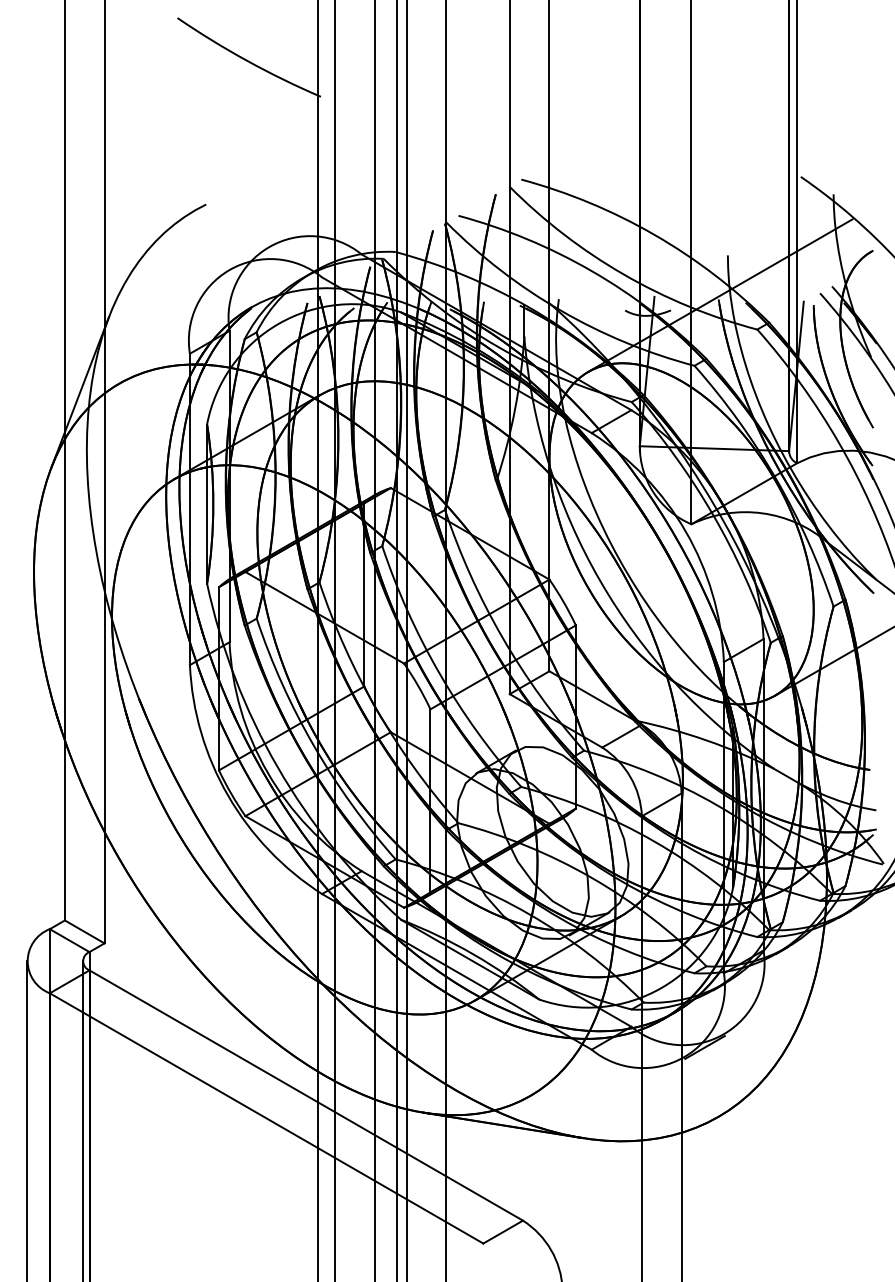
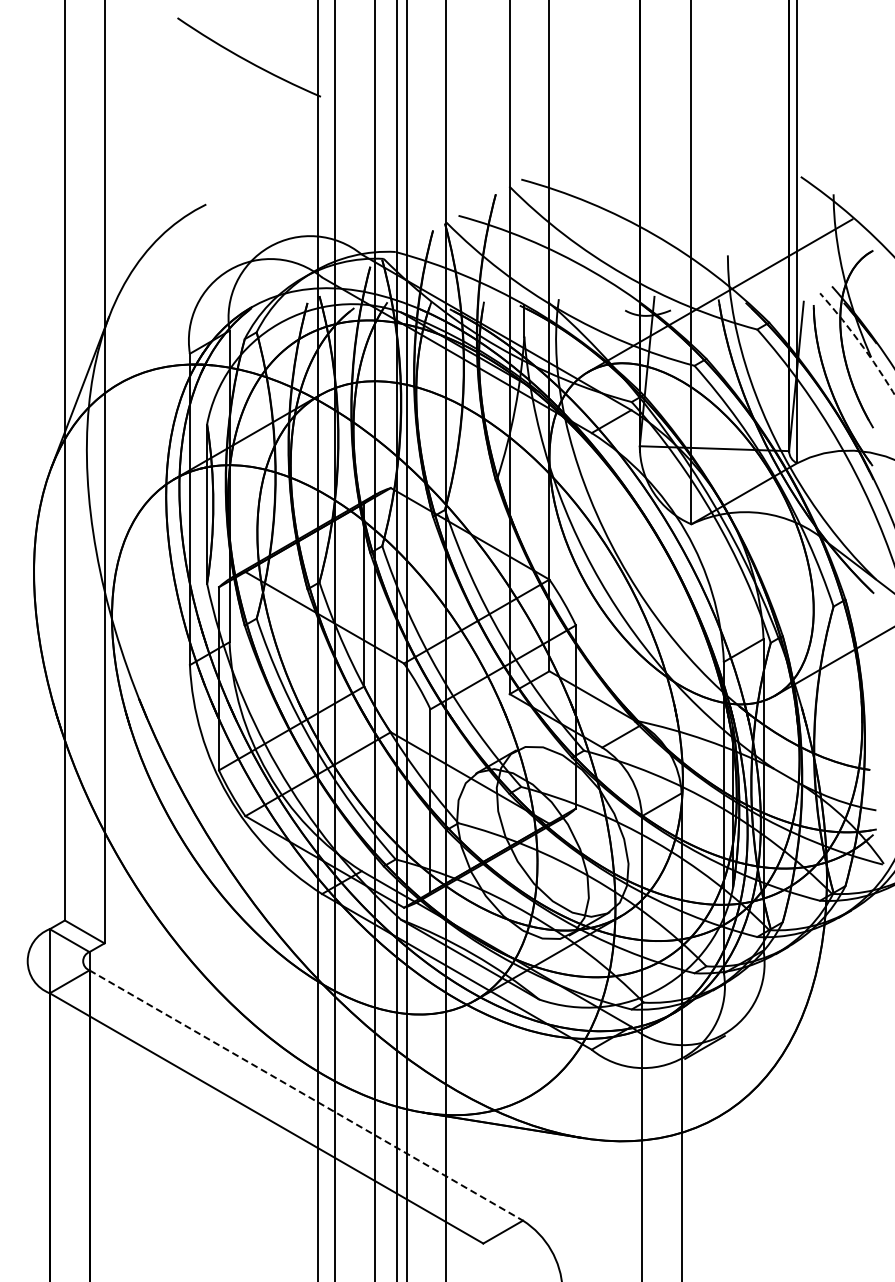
arc at (859, 342): solid -> dashed
line at (306, 1095): solid -> dashed
line at (26, 1119): present -> none
line at (82, 1119): present -> none
